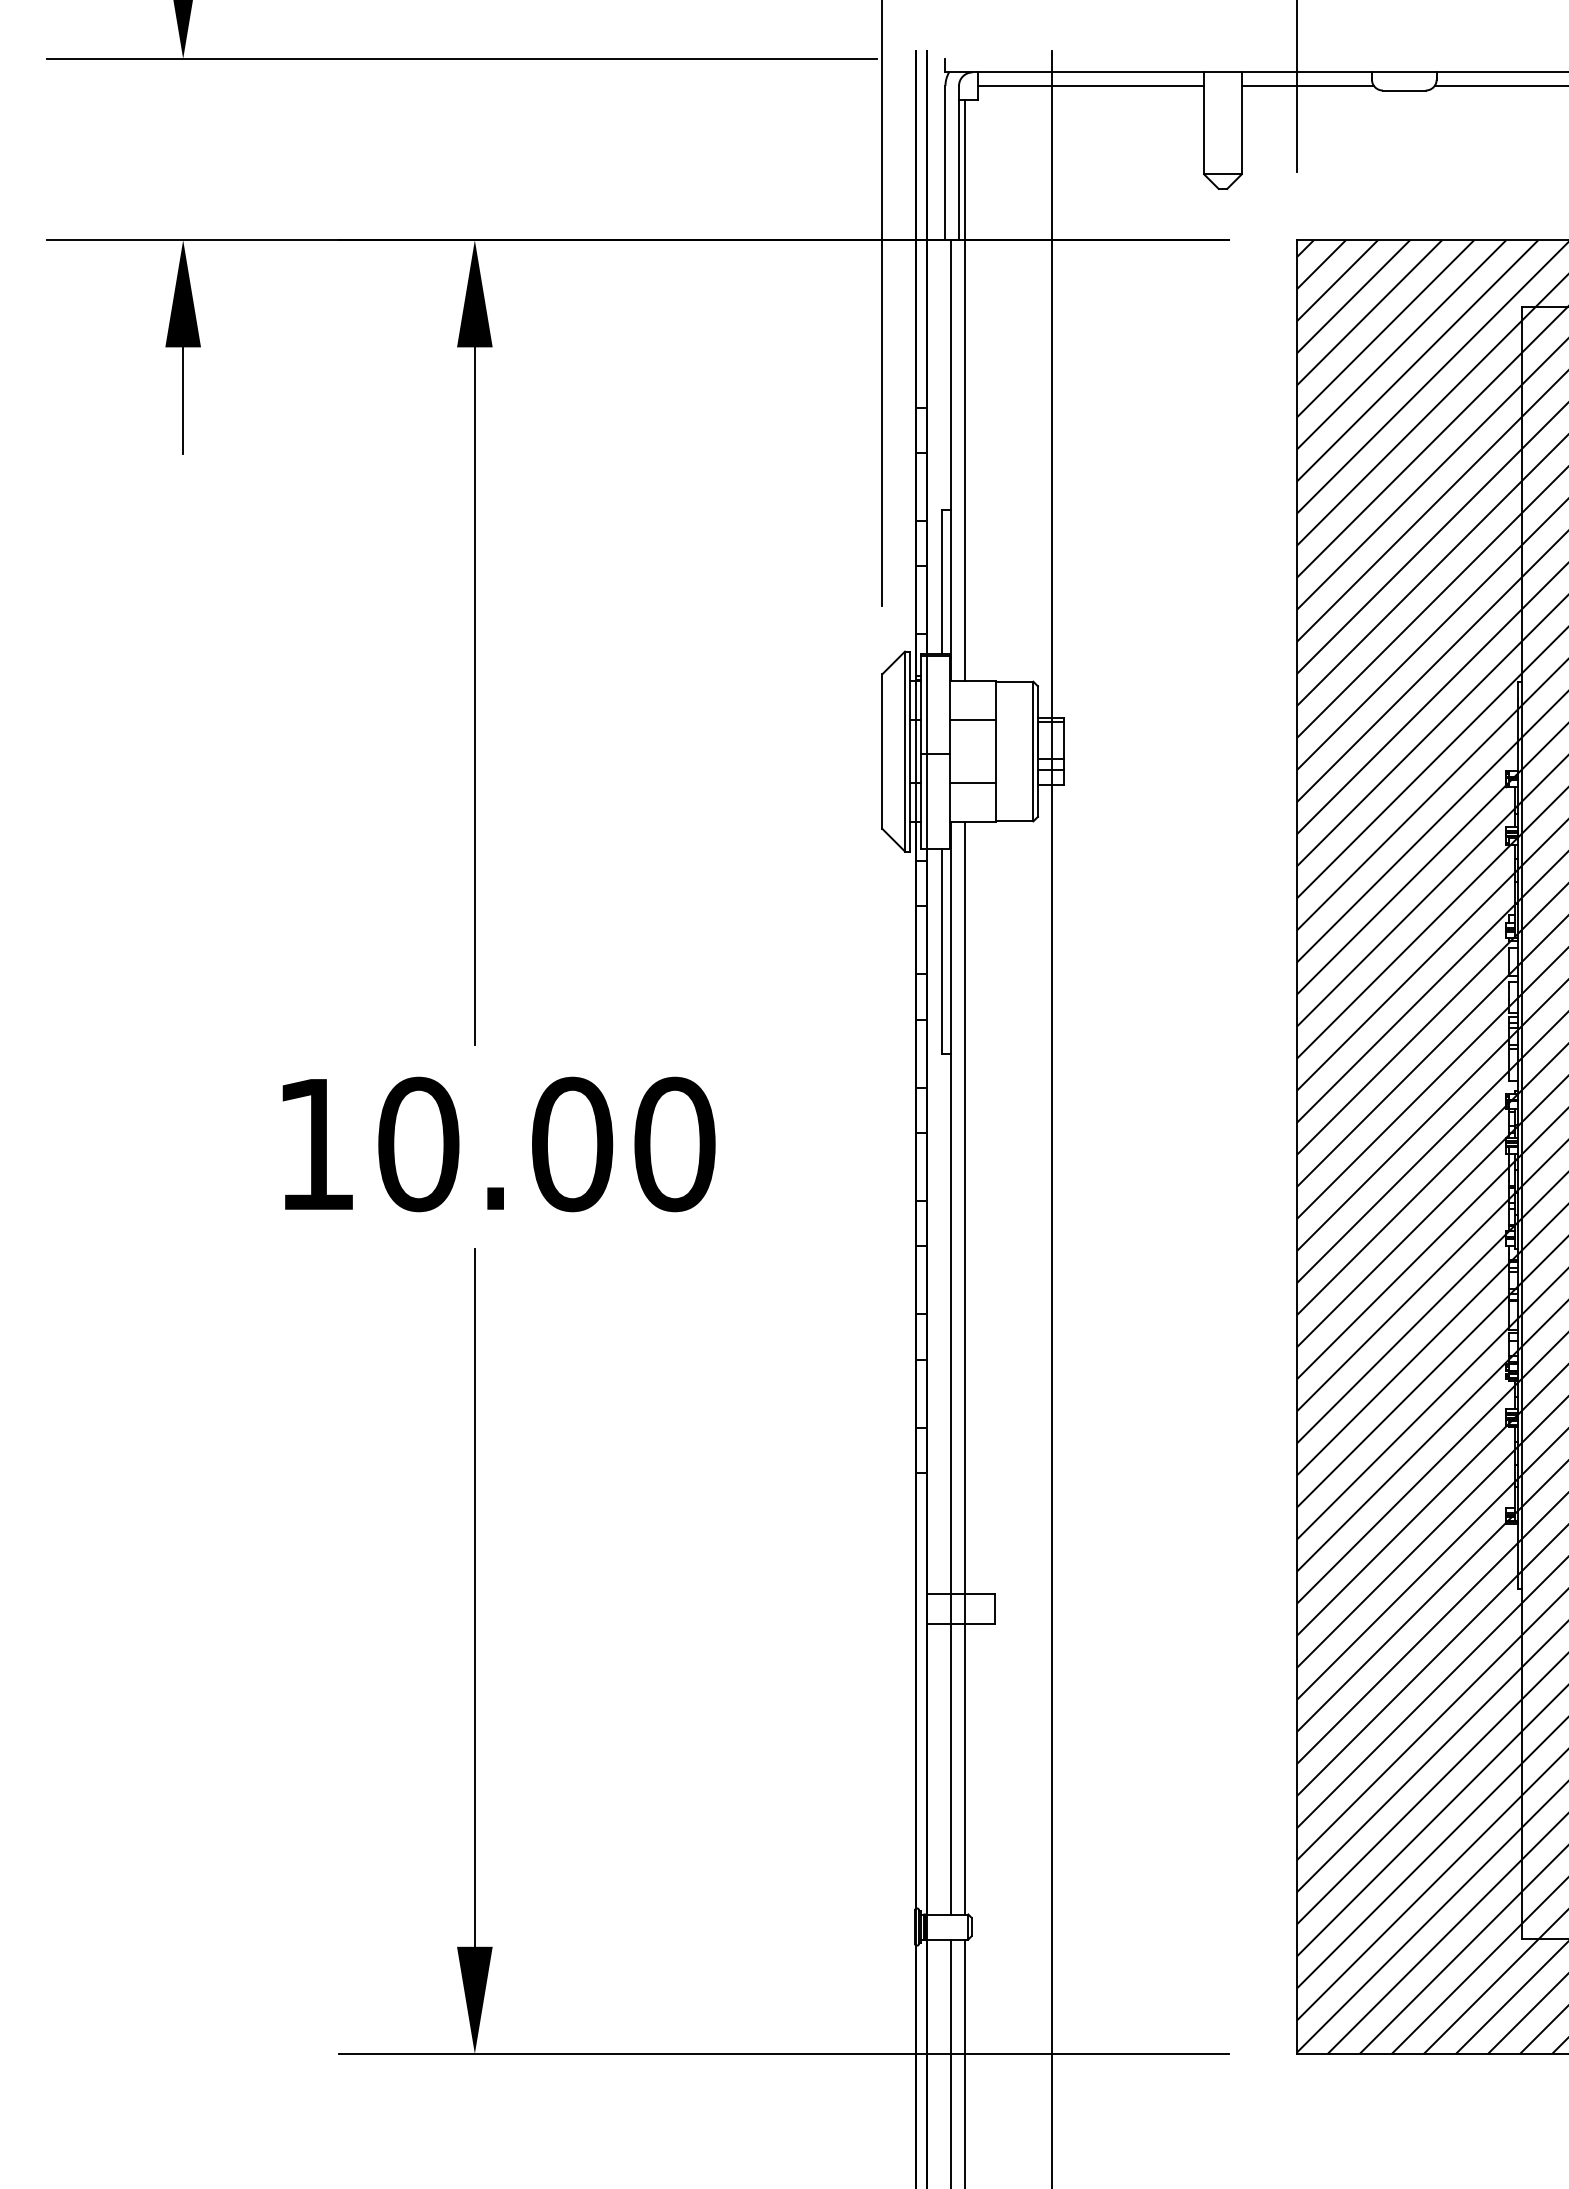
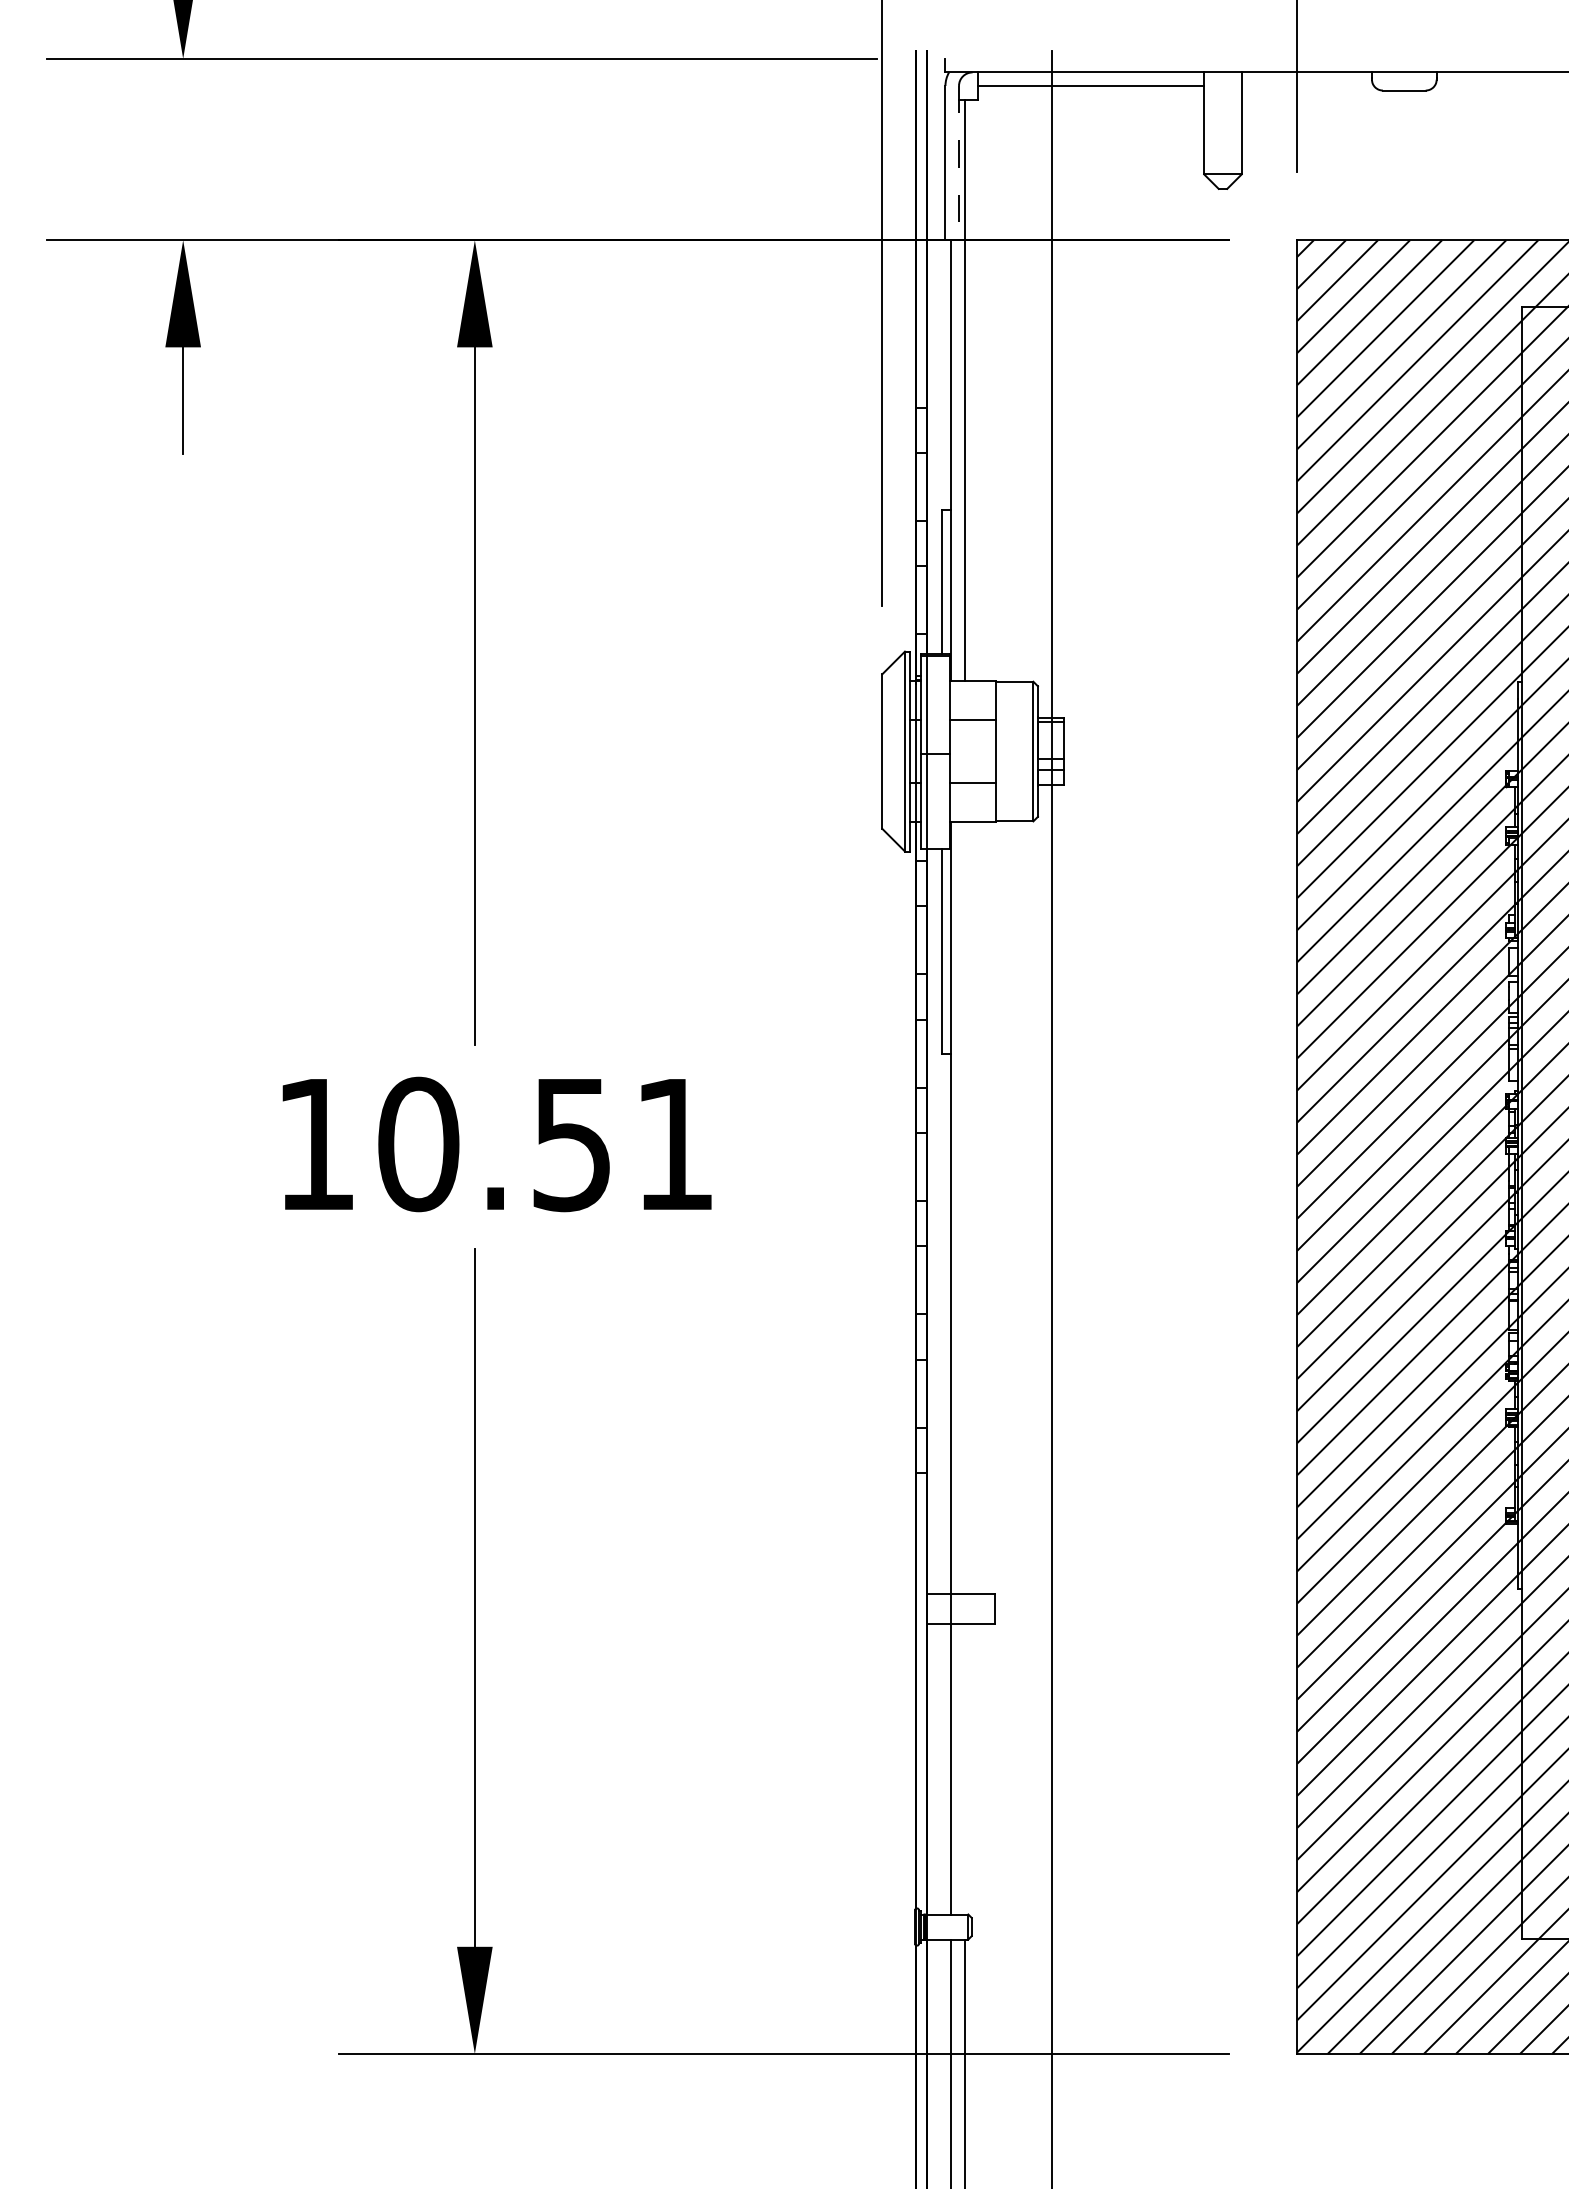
line at (1307, 85): present -> none
line at (1499, 85): present -> none
line at (959, 163): solid -> dashed
text at (623, 1144): 10.00 -> 10.51
line at (964, 1367): present -> none
